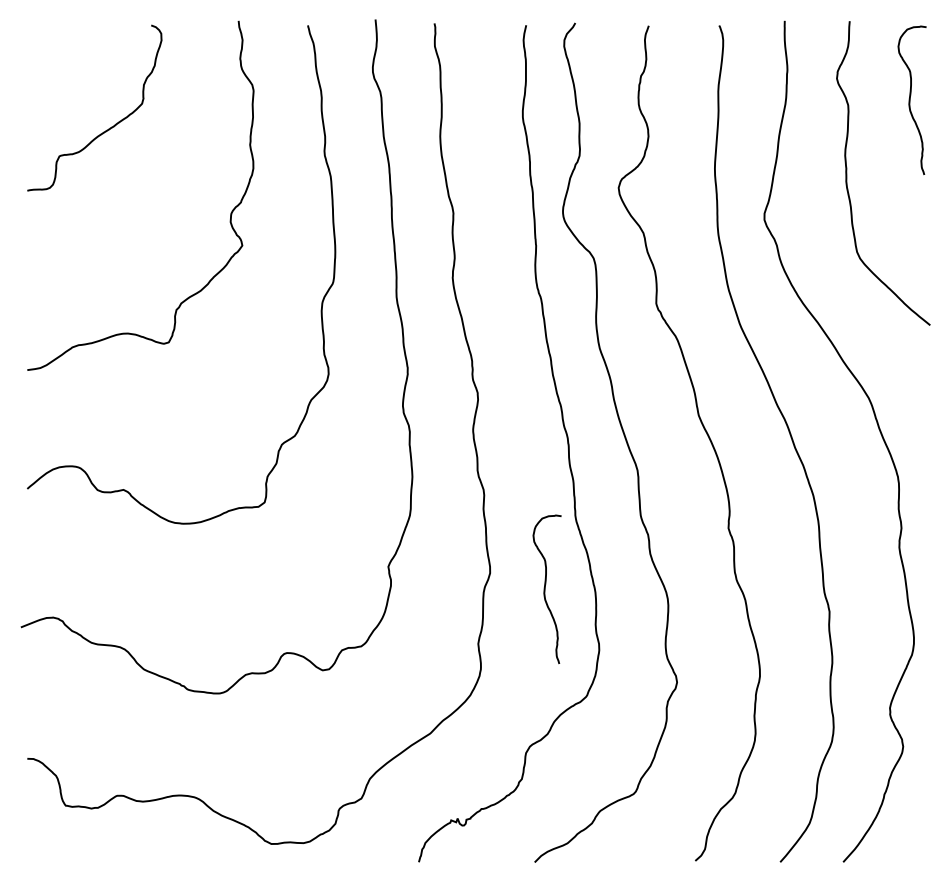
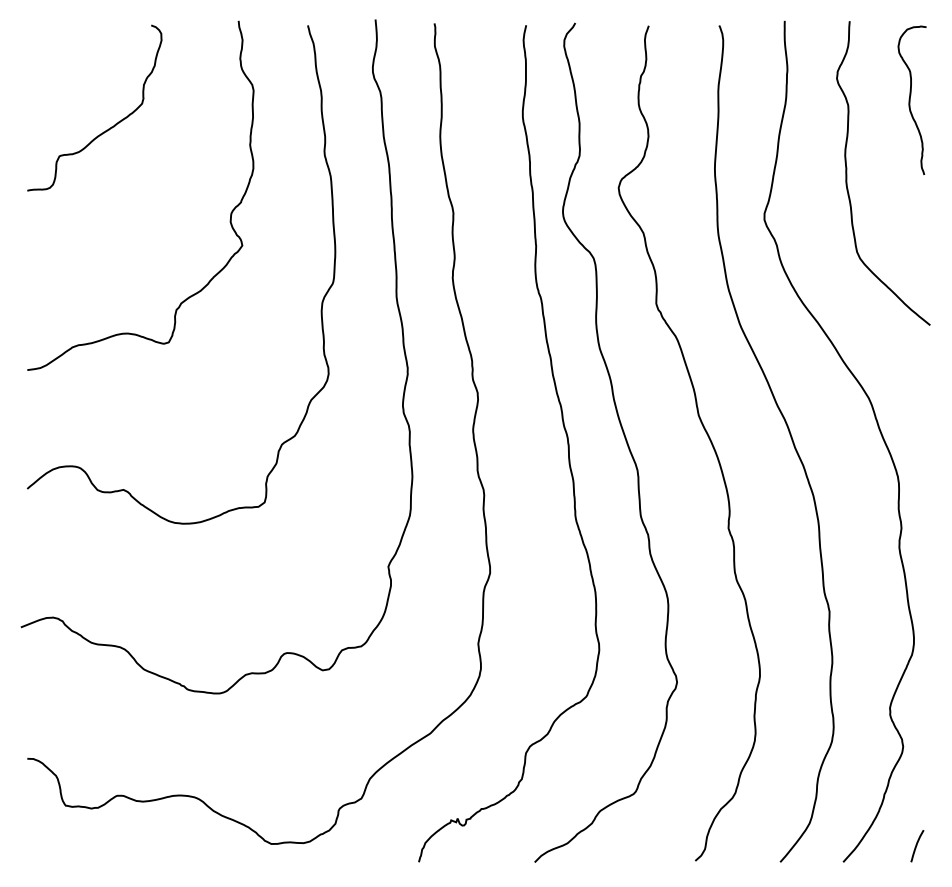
curve at (545, 588): present -> none
curve at (917, 845): none -> present
